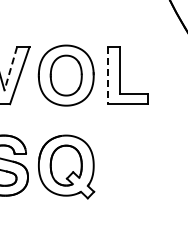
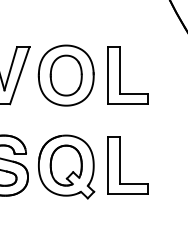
line at (10, 68): dashed -> solid
line at (107, 75): dashed -> solid
part at (120, 165): none -> present
